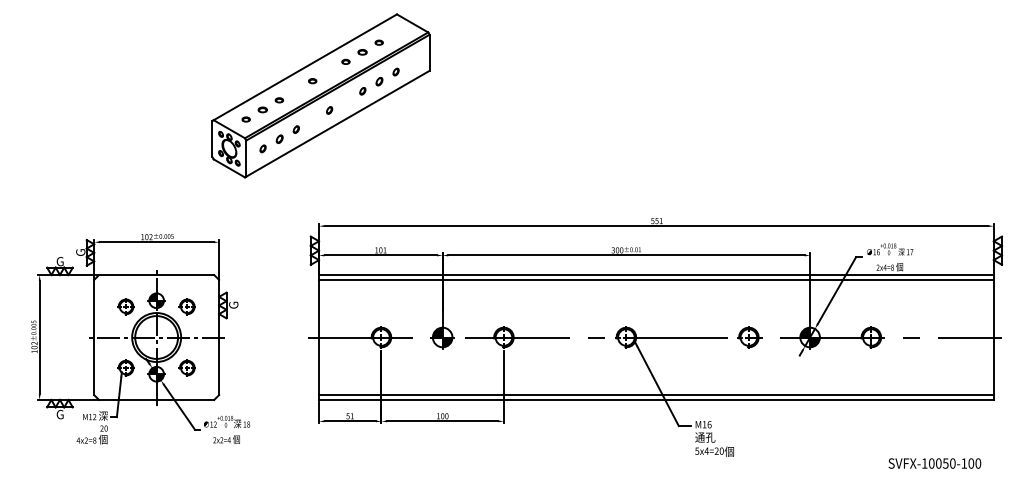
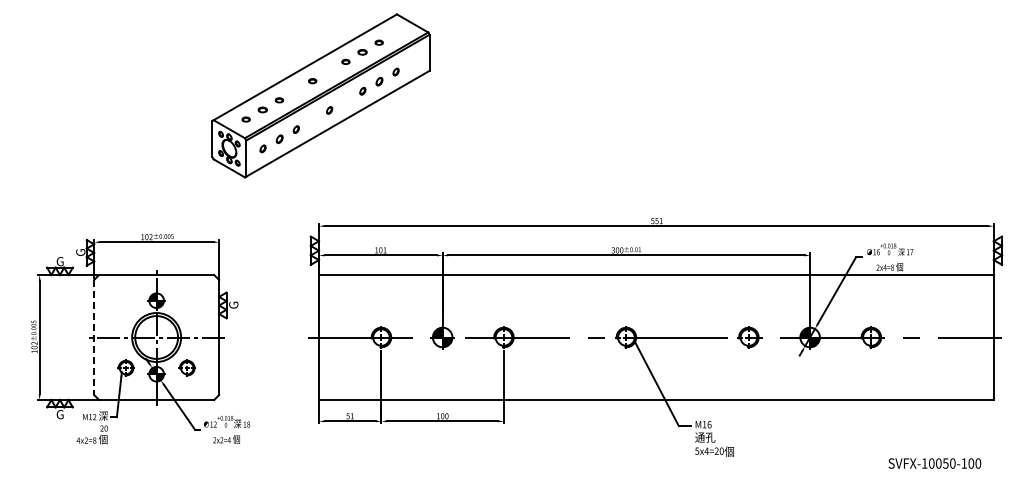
line at (655, 279): present -> none
part at (125, 306): present -> none
part at (186, 306): present -> none
line at (94, 337): solid -> dashed
line at (655, 395): present -> none
